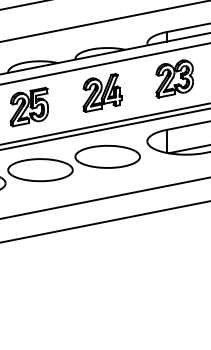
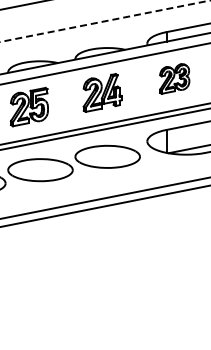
line at (105, 21): solid -> dashed
part at (174, 78) size: 39x40 px -> 32x32 px
line at (104, 221) position: (104, 221) -> (104, 206)
